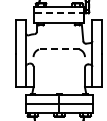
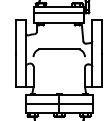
line at (59, 13): dashed -> solid
line at (58, 49): dashed -> solid
